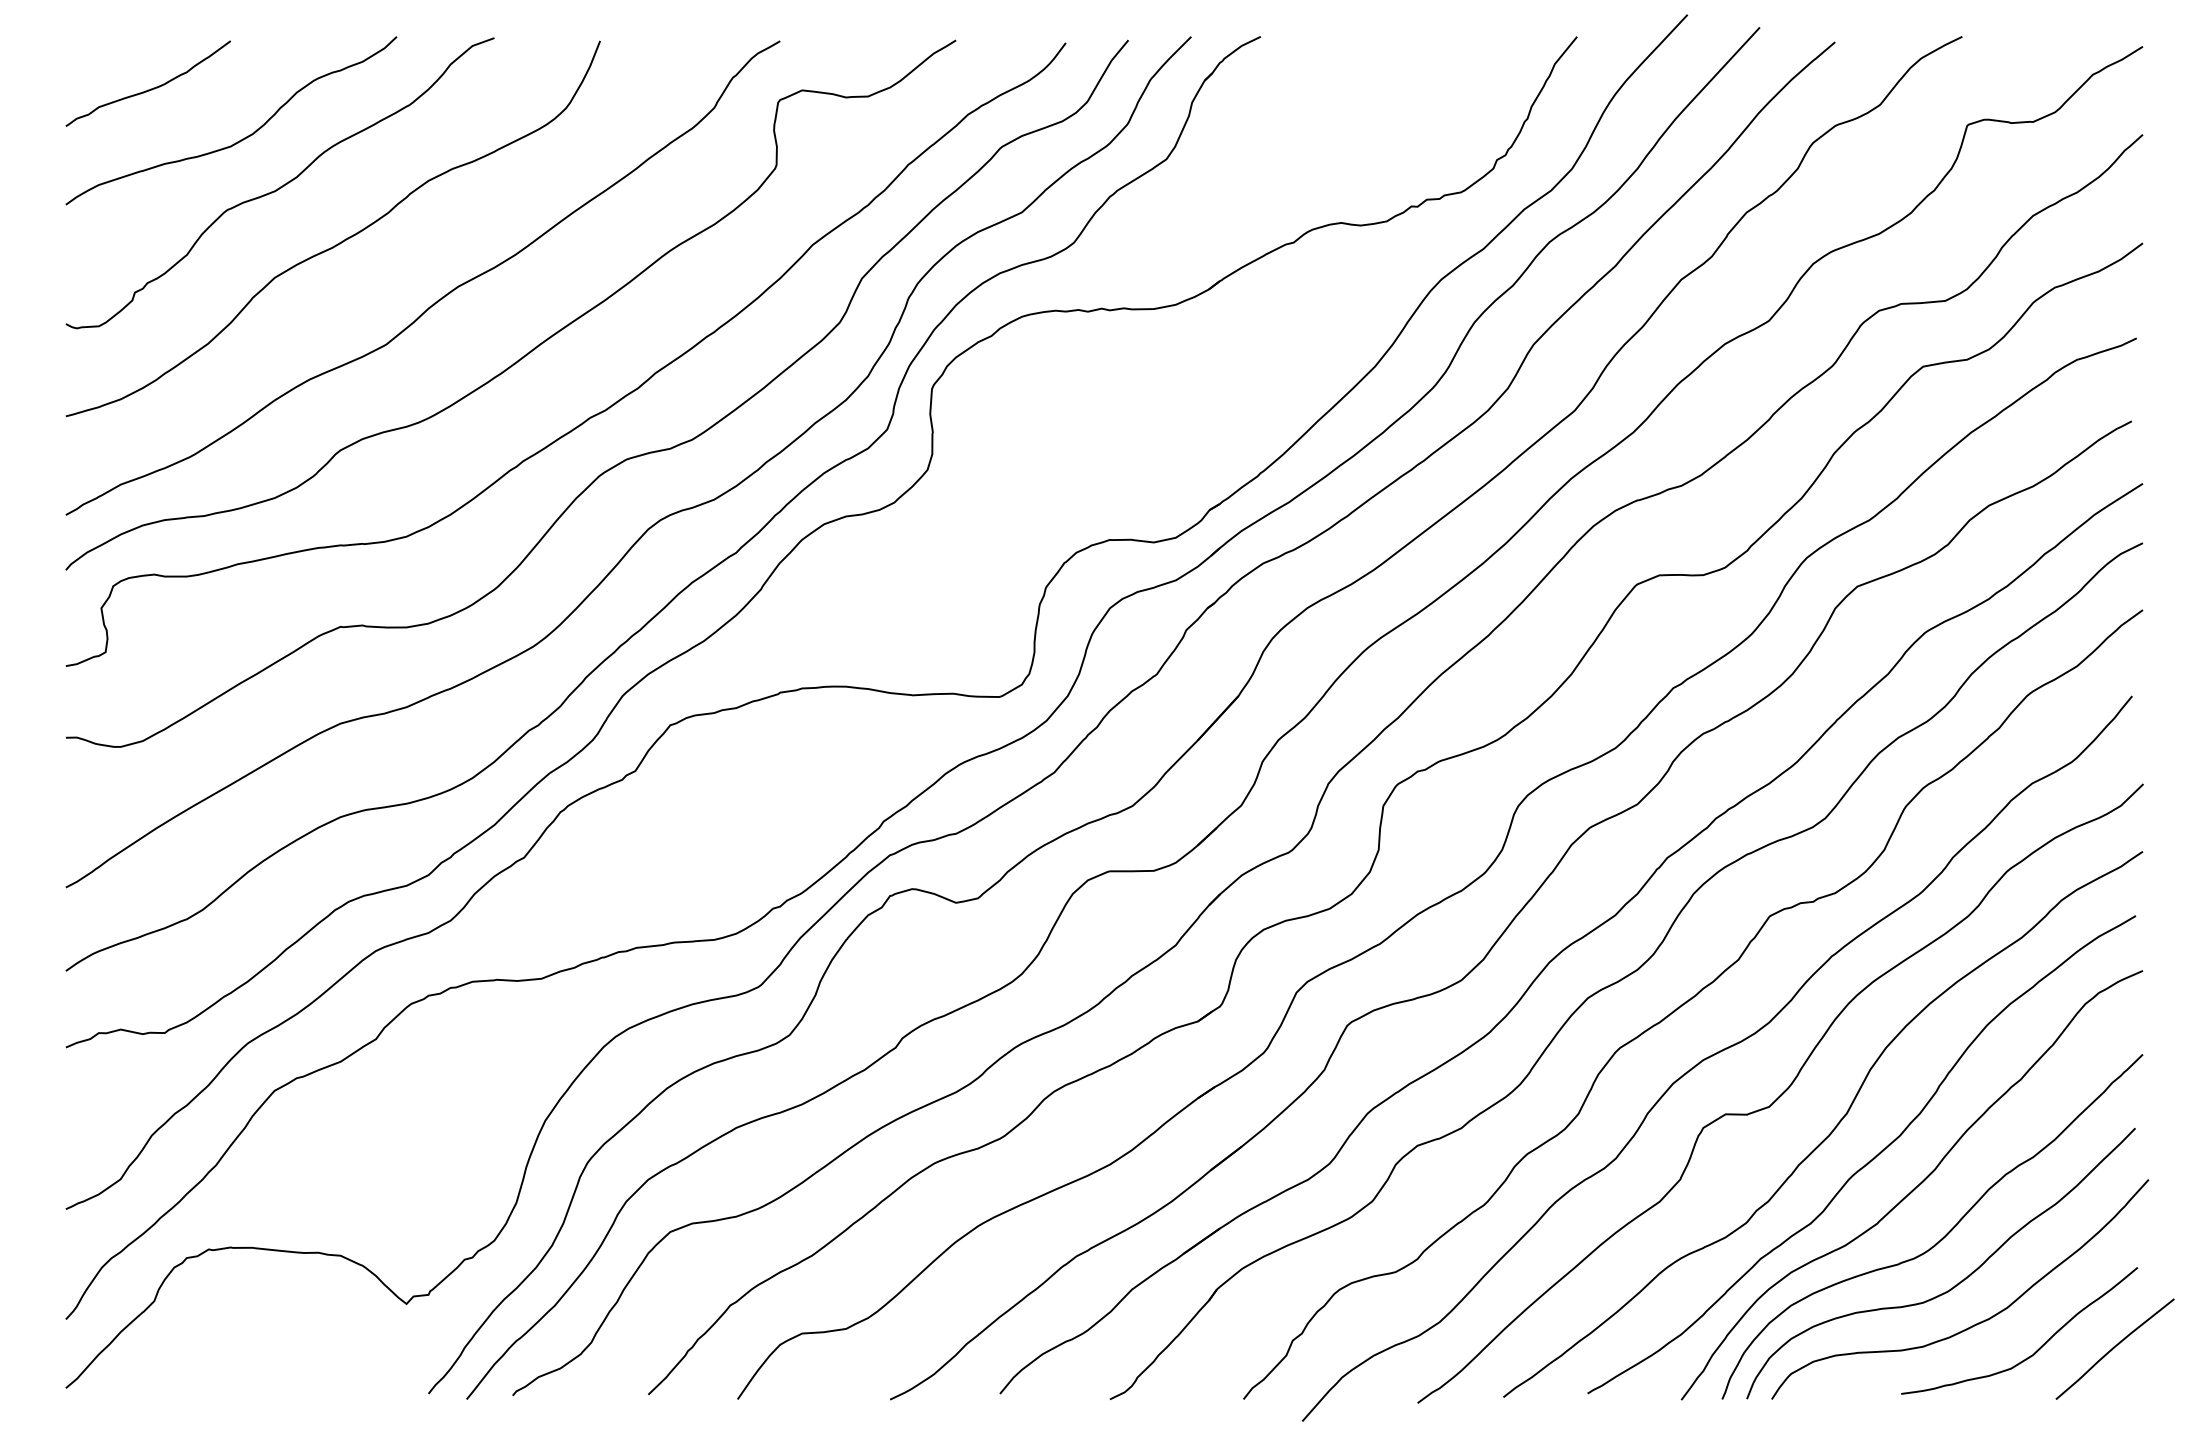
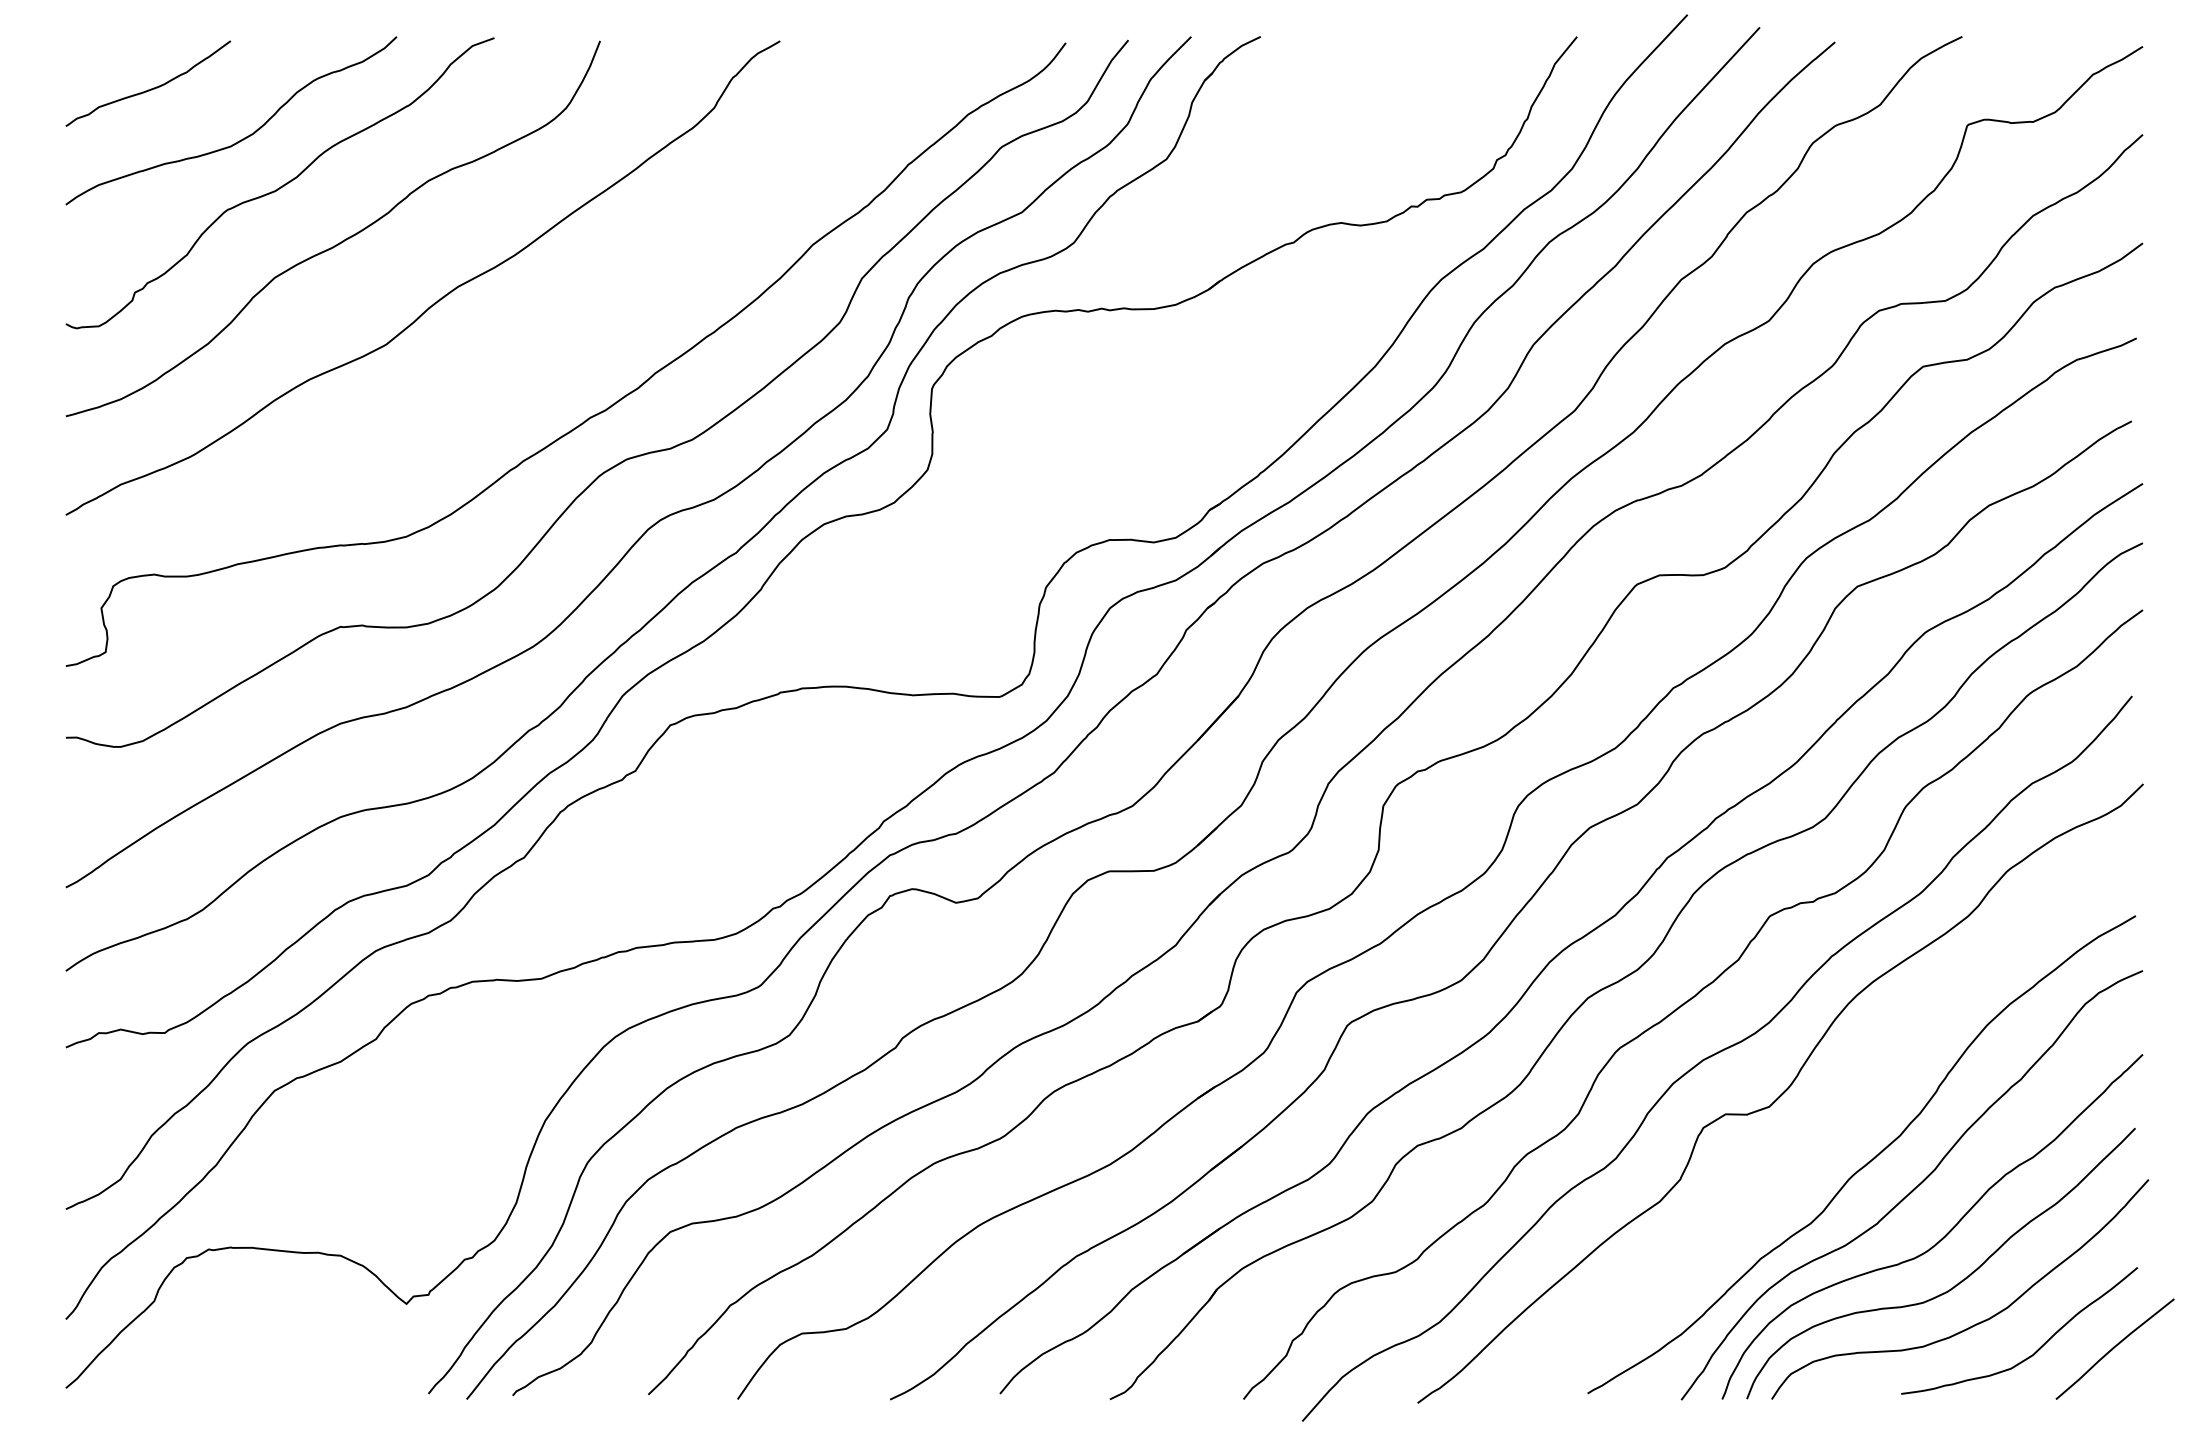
curve at (539, 343): present -> none
curve at (1832, 1129): present -> none
